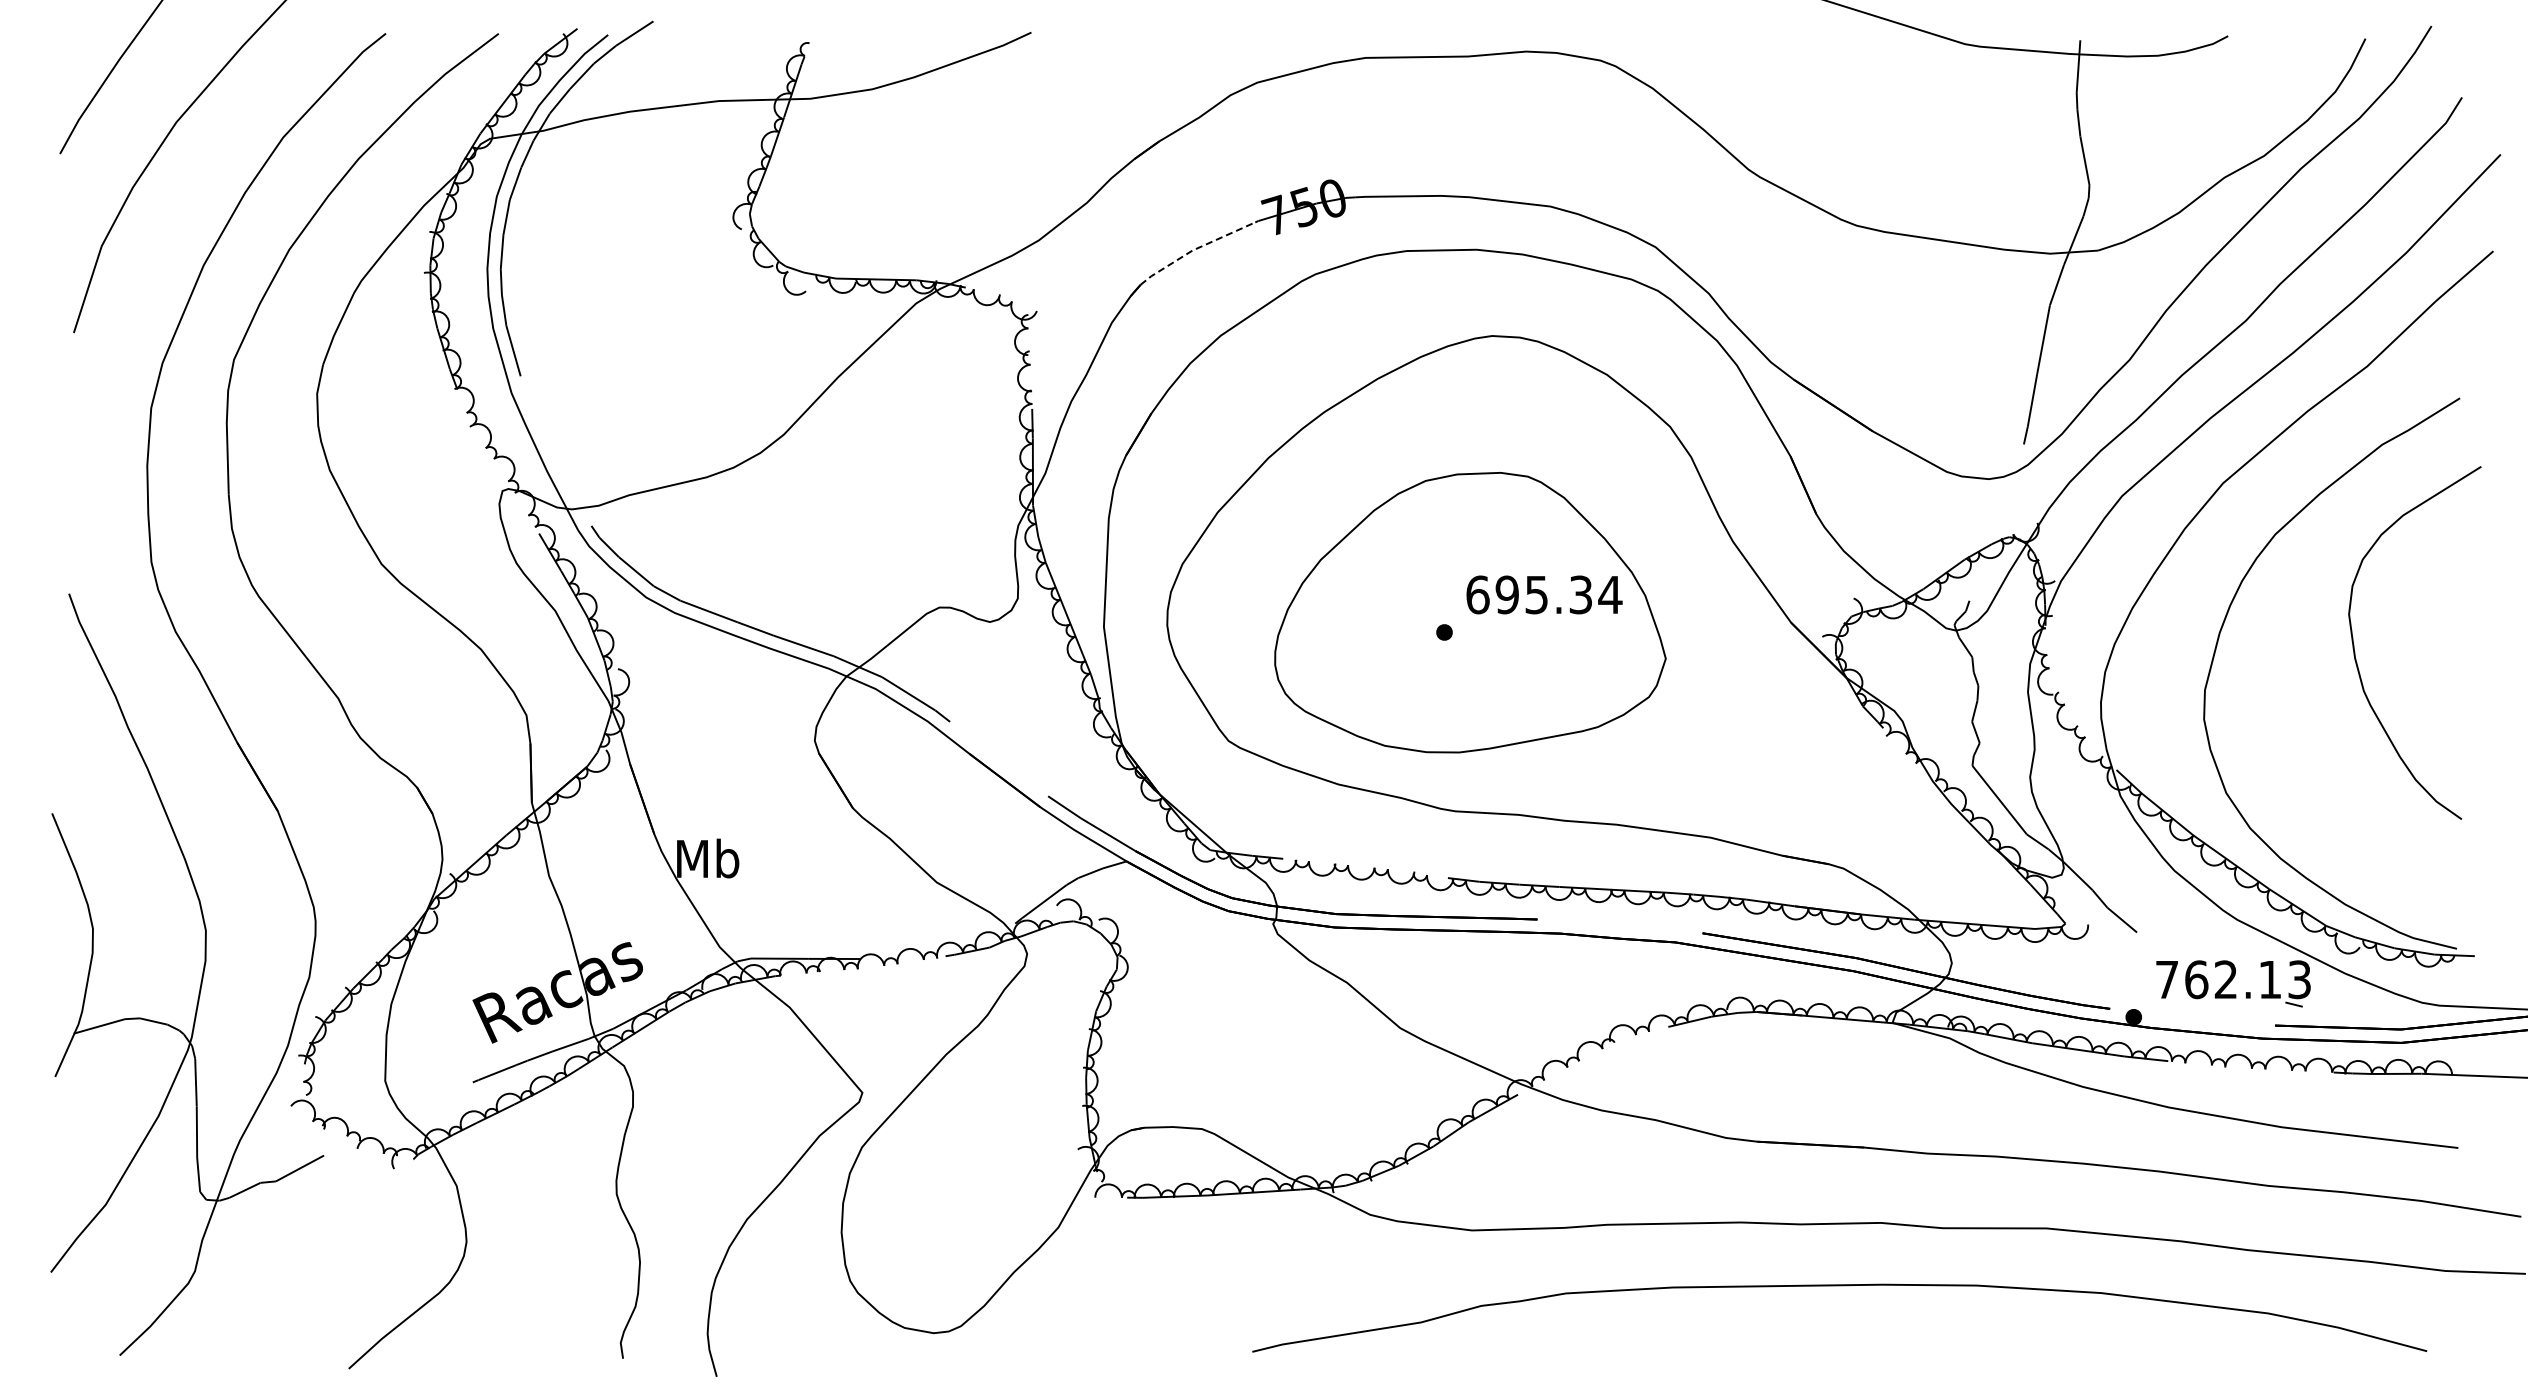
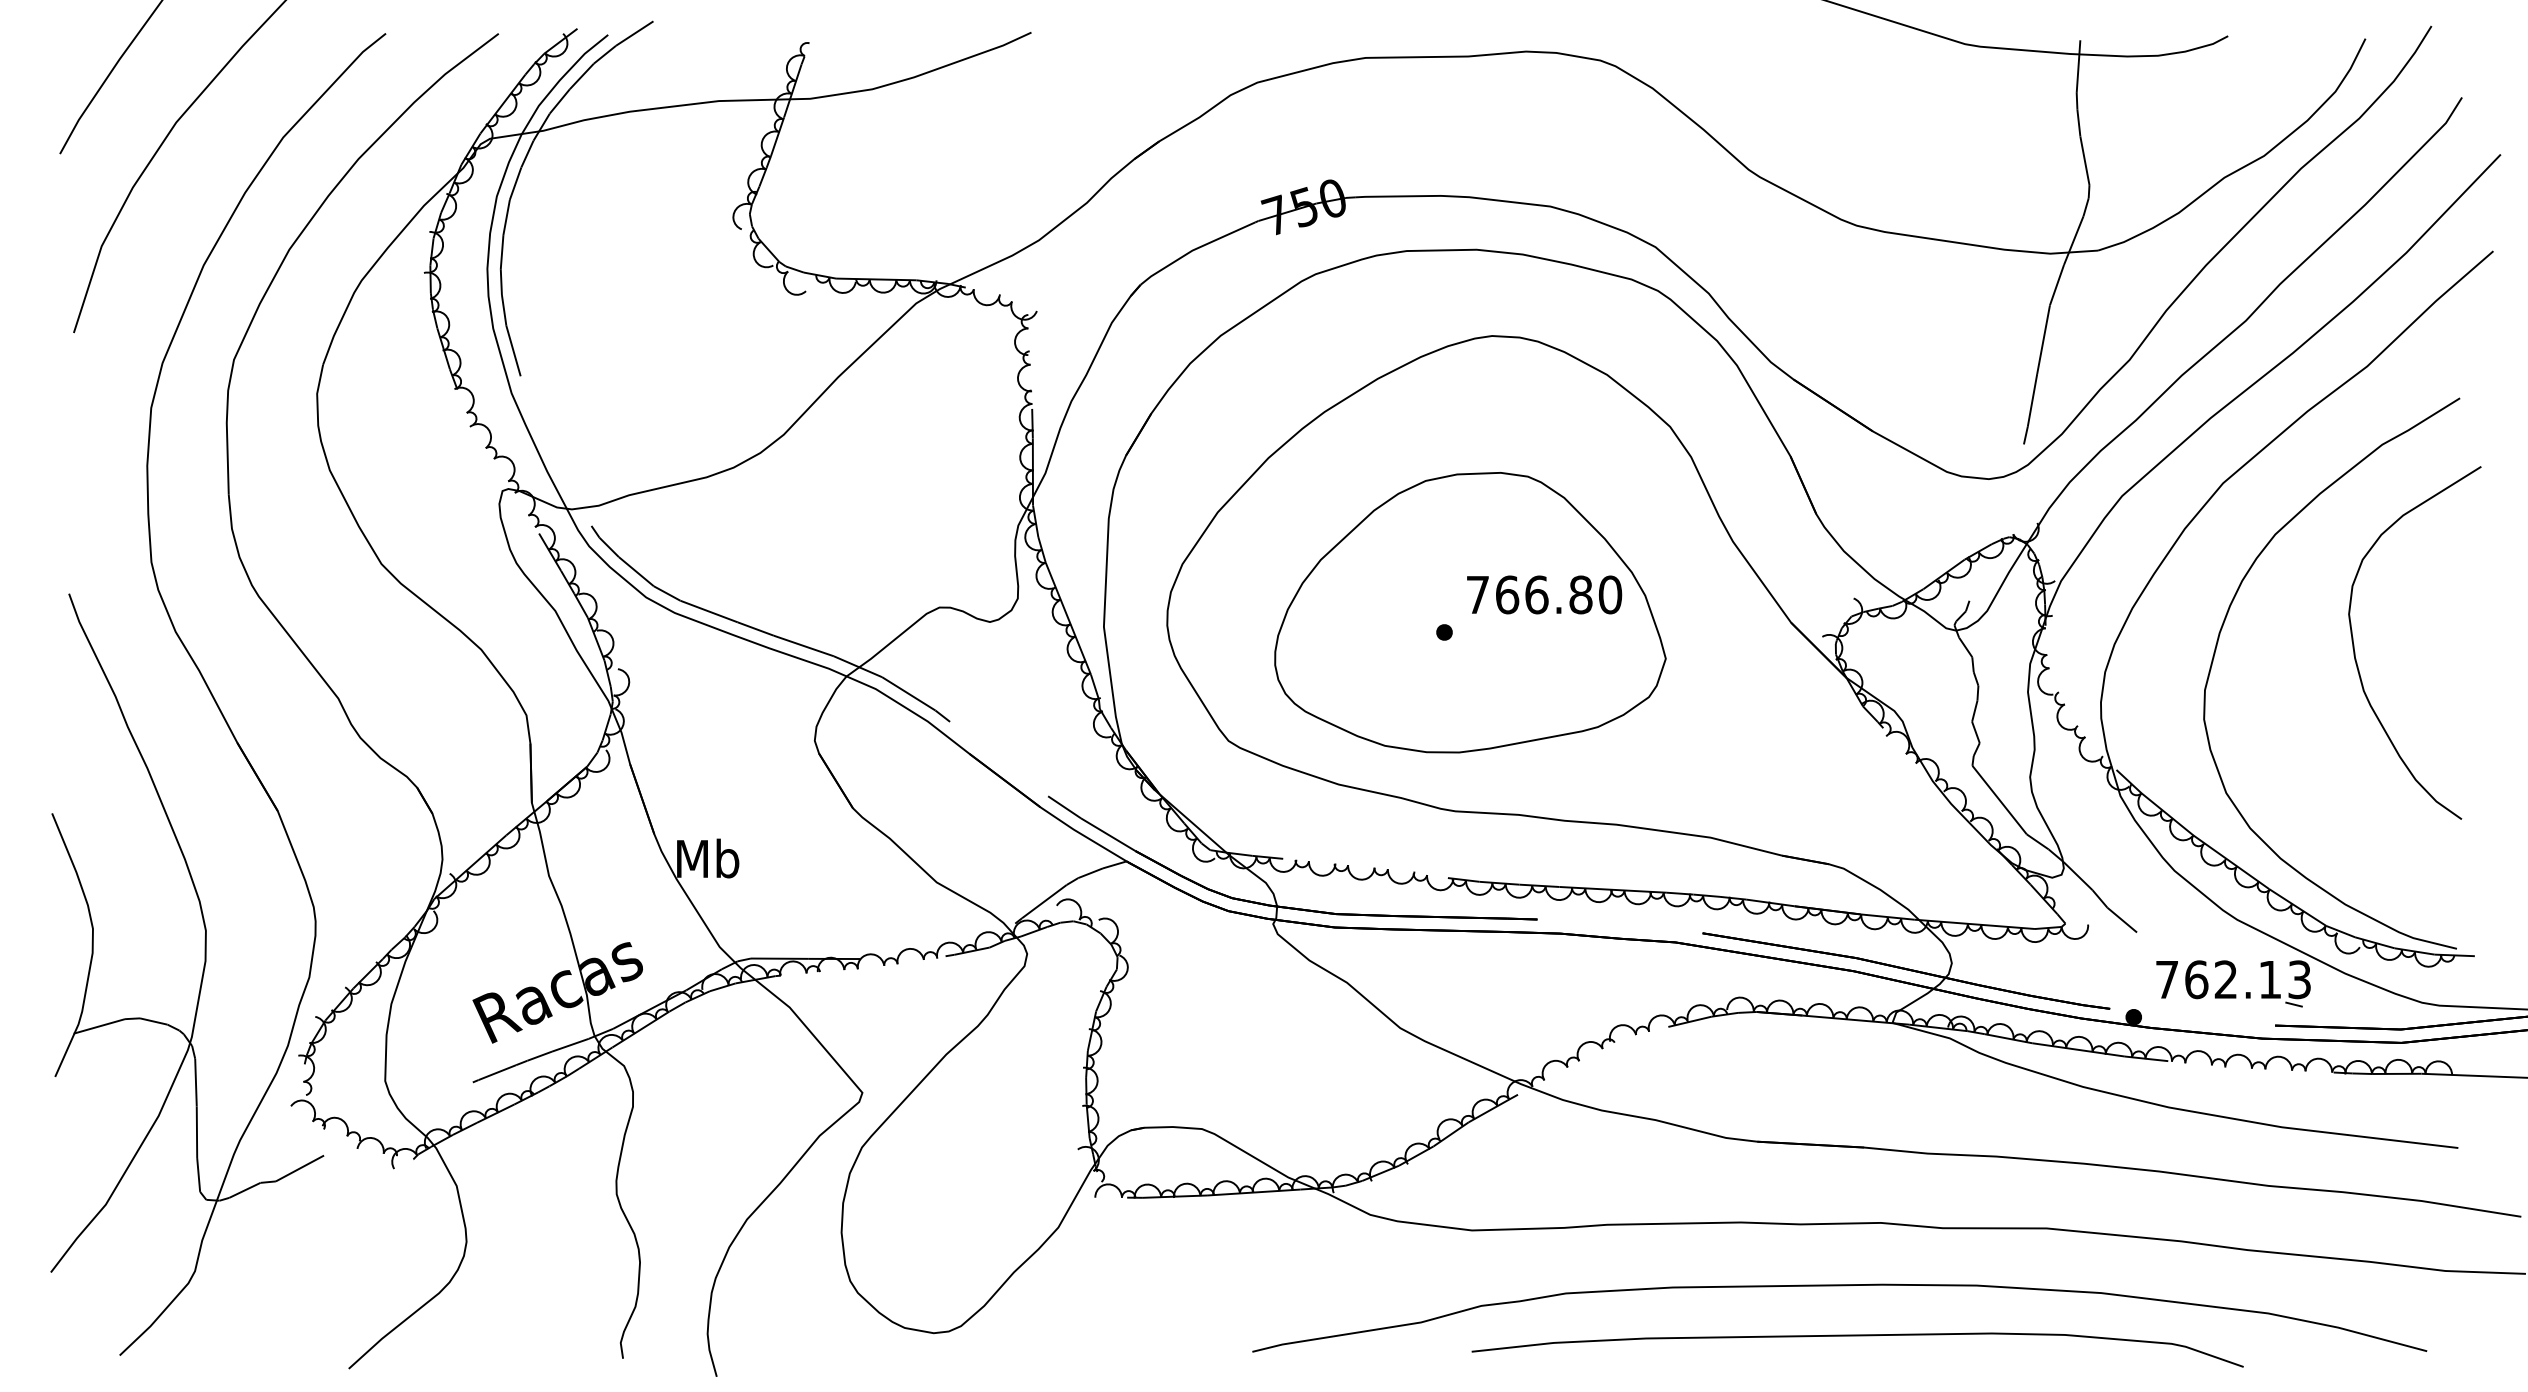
line at (1194, 249): dashed -> solid
text at (1544, 594): 695.34 -> 766.80
curve at (1857, 1336): none -> present
